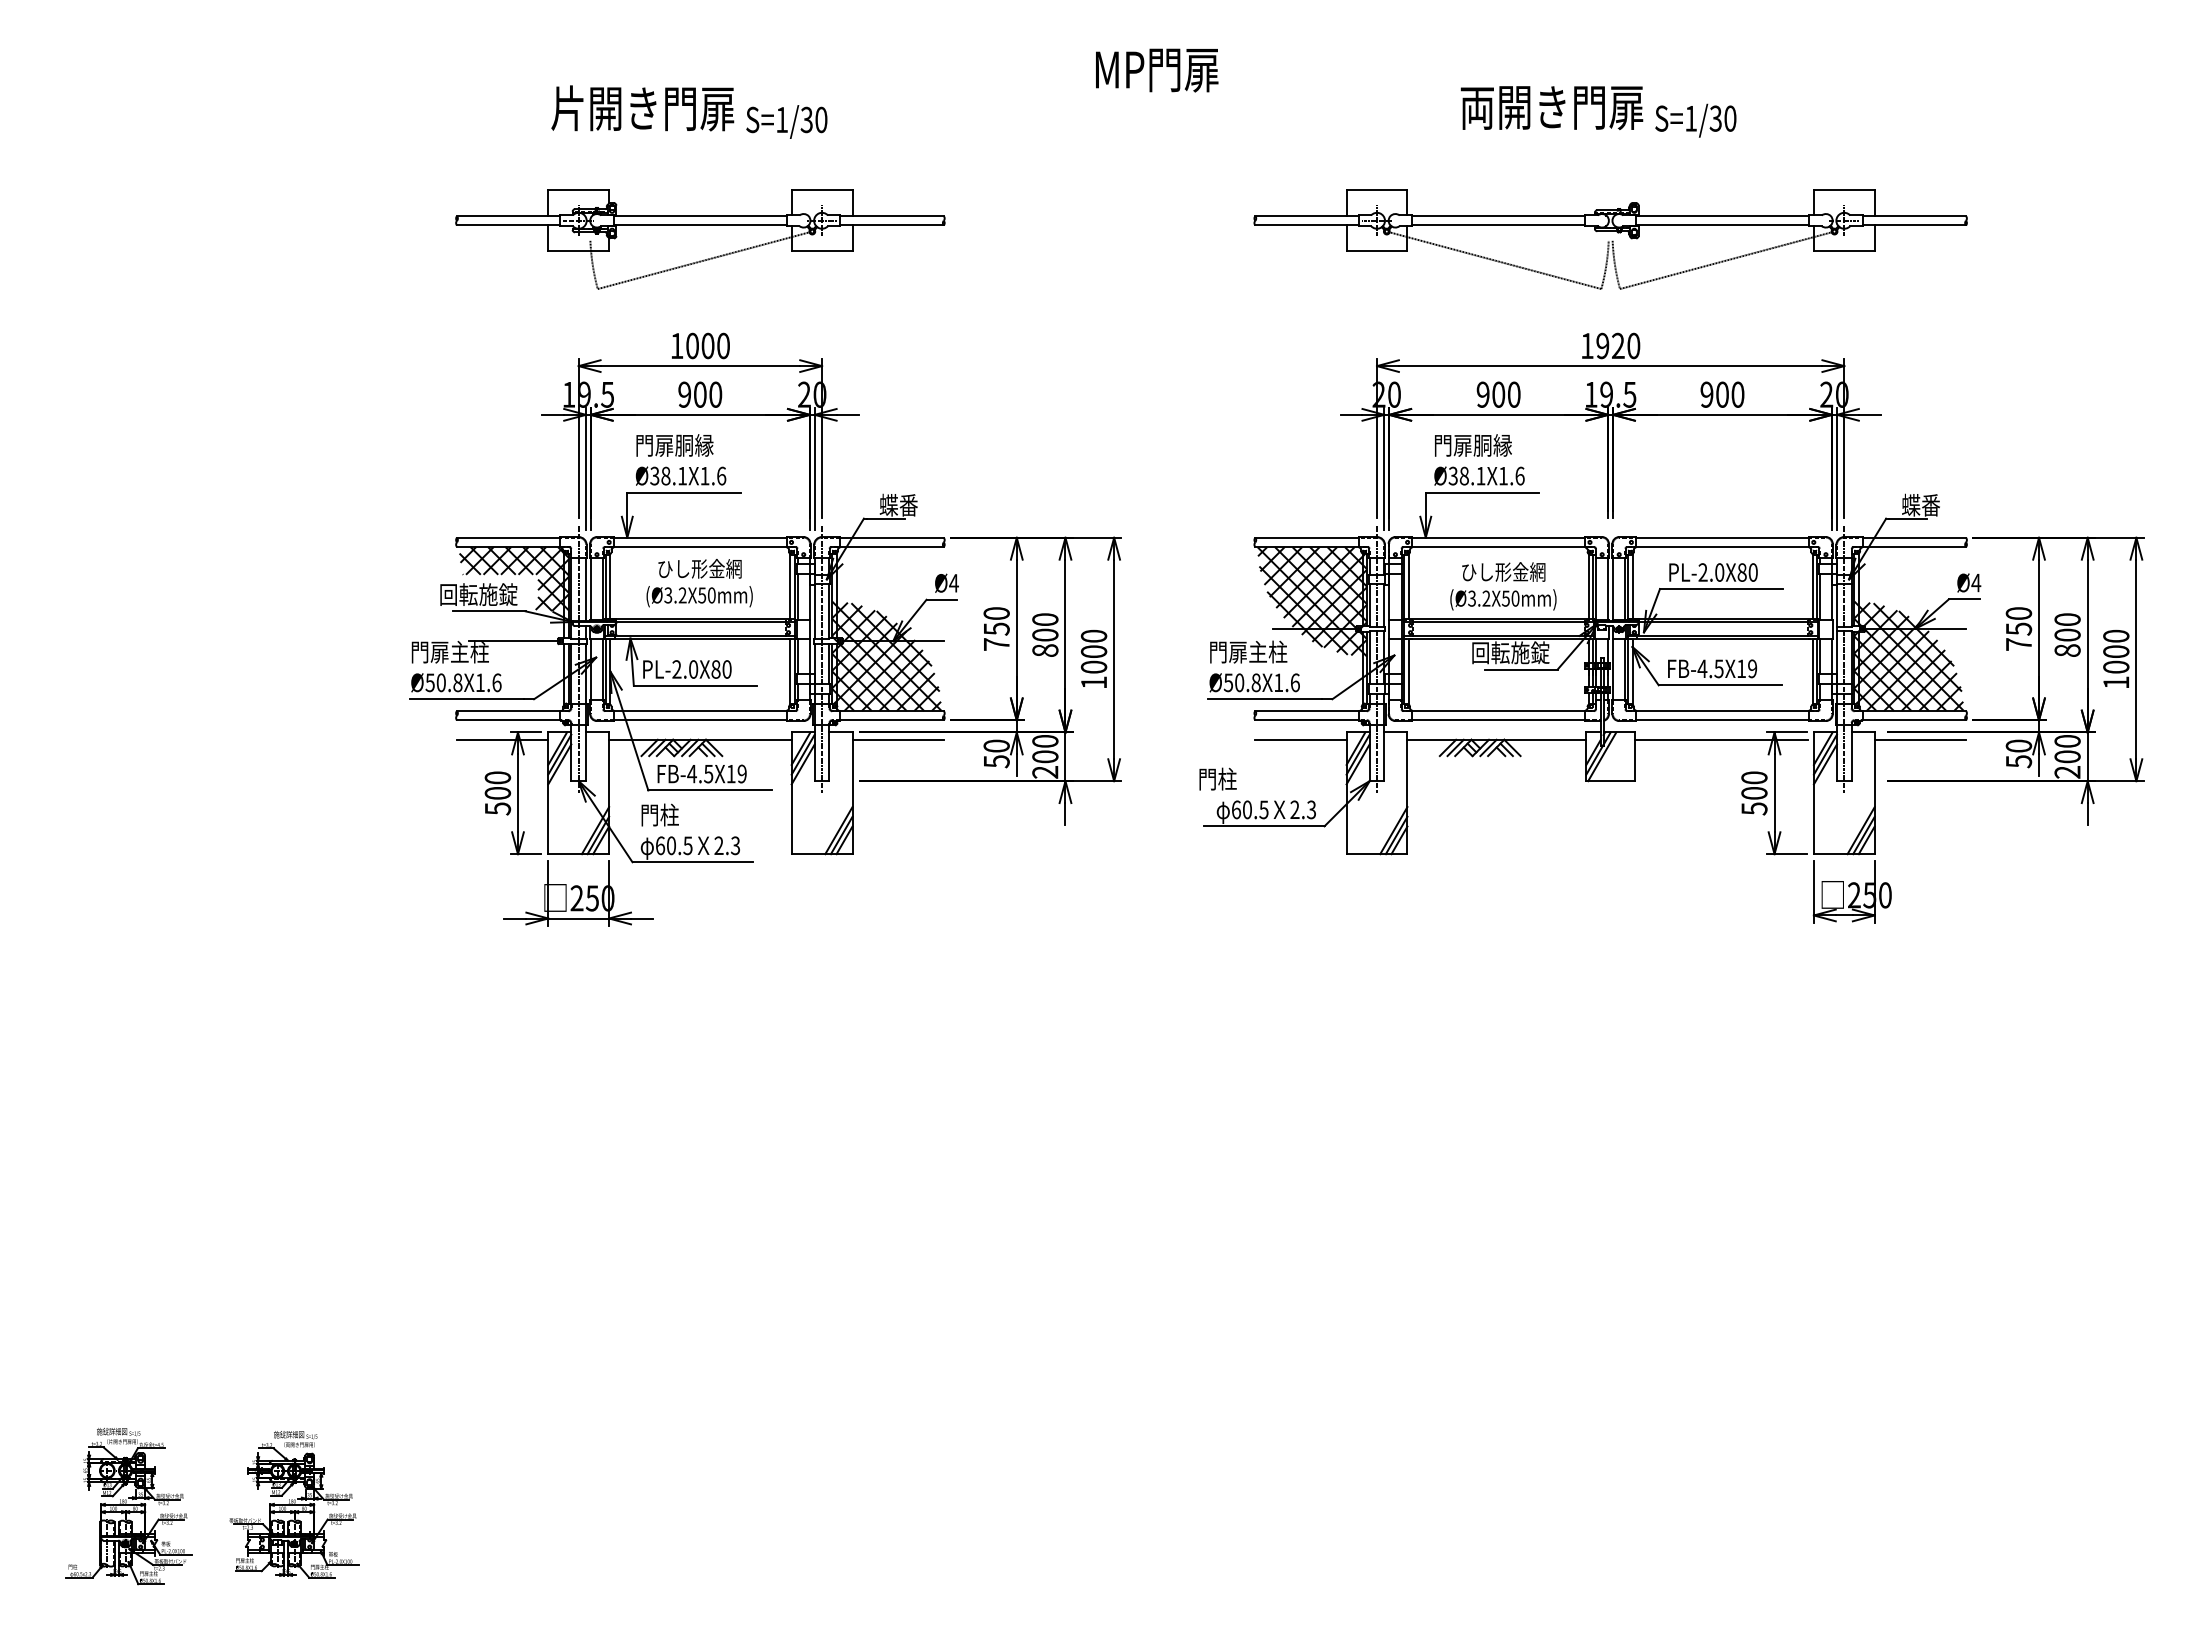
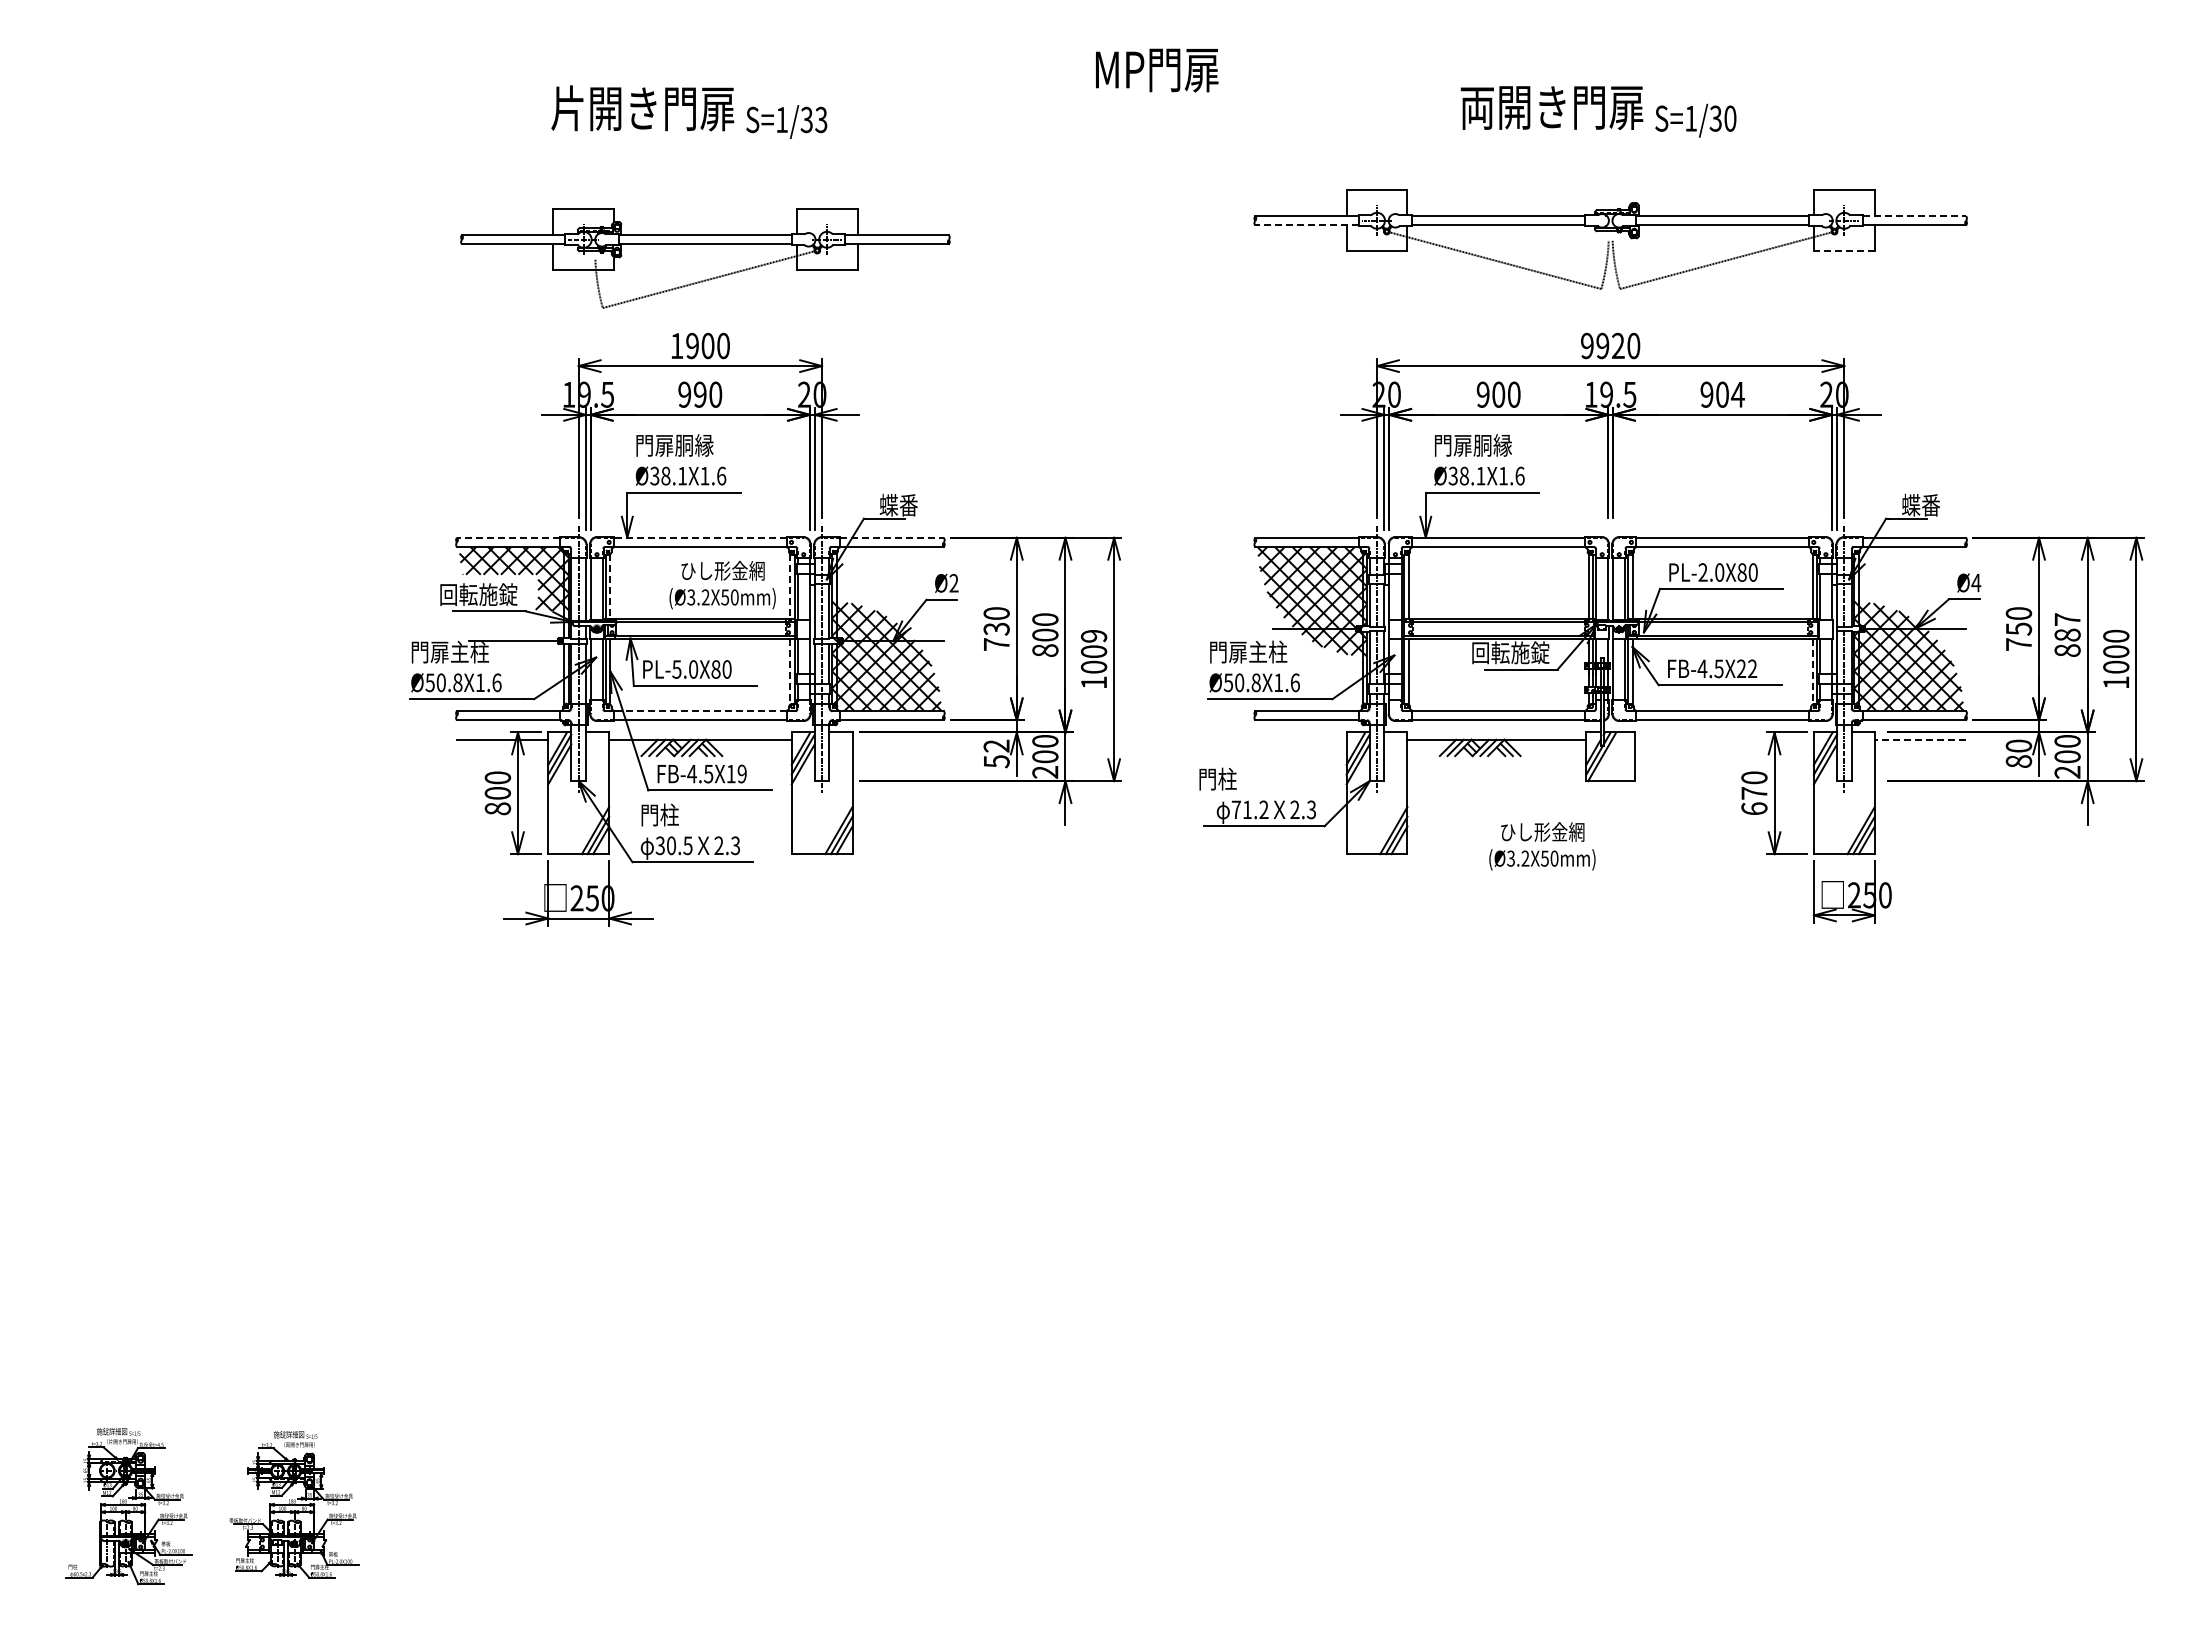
text at (821, 119): S=1/30 -> S=1/33
line at (1914, 216): solid -> dashed
line at (1307, 225): solid -> dashed
part at (700, 239) position: (700, 239) -> (705, 258)
line at (1843, 251): solid -> dashed
text at (692, 345): 1000 -> 1900
text at (1587, 345): 1920 -> 9920
text at (699, 394): 900 -> 990
text at (1737, 394): 900 -> 904
line at (508, 537): solid -> dashed
line at (699, 537): solid -> dashed
line at (892, 537): solid -> dashed
text at (699, 583) position: (699, 583) -> (722, 585)
text at (953, 583): Ø4 -> Ø2
line at (610, 586): solid -> dashed
line at (790, 586): solid -> dashed
text at (1503, 586) position: (1503, 586) -> (1542, 846)
text at (2067, 627): 800 -> 887
text at (996, 628): 750 -> 730
text at (1094, 635): 1000 -> 1009
text at (1747, 668): FB-4.5X19 -> FB-4.5X22
text at (676, 669): PL-2.0X80 -> PL-5.0X80
line at (790, 671): solid -> dashed
line at (1812, 671): solid -> dashed
line at (699, 711): solid -> dashed
line at (897, 739): present -> none
line at (1300, 739): present -> none
line at (1721, 739): present -> none
line at (1920, 739): solid -> dashed
text at (996, 745): 50 -> 52
text at (2018, 761): 50 -> 80
text at (1754, 801): 500 -> 670
text at (497, 808): 500 -> 800
text at (1249, 809): 60.5 -> 71.2
text at (660, 845): 60.5 -> 30.5
